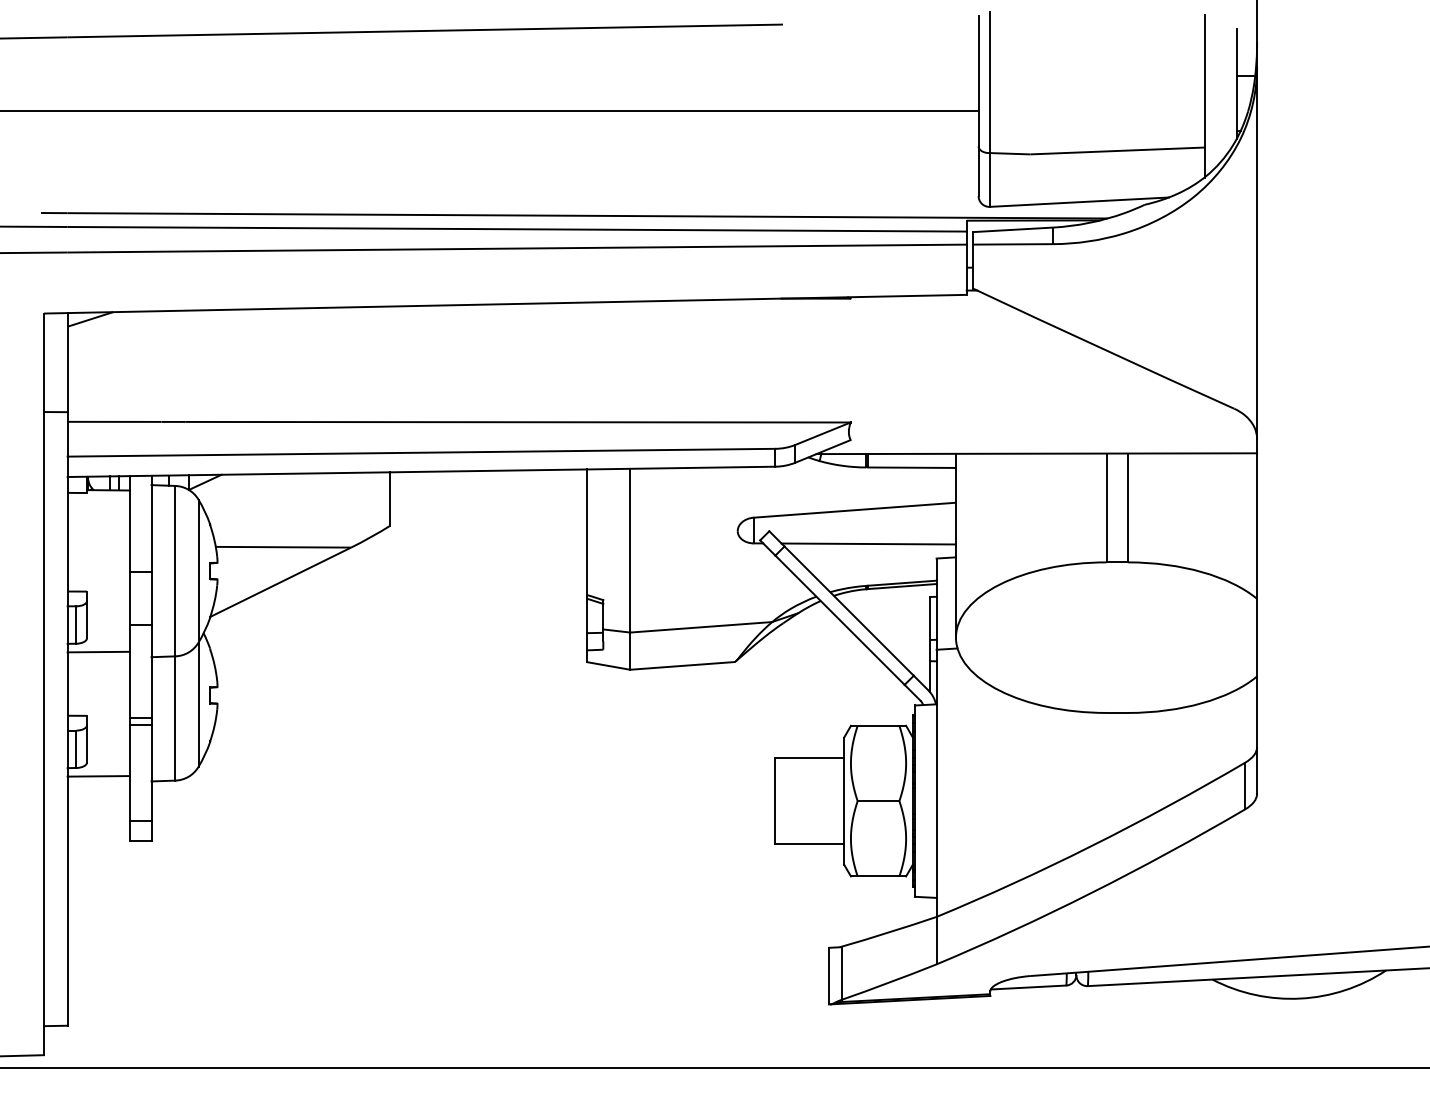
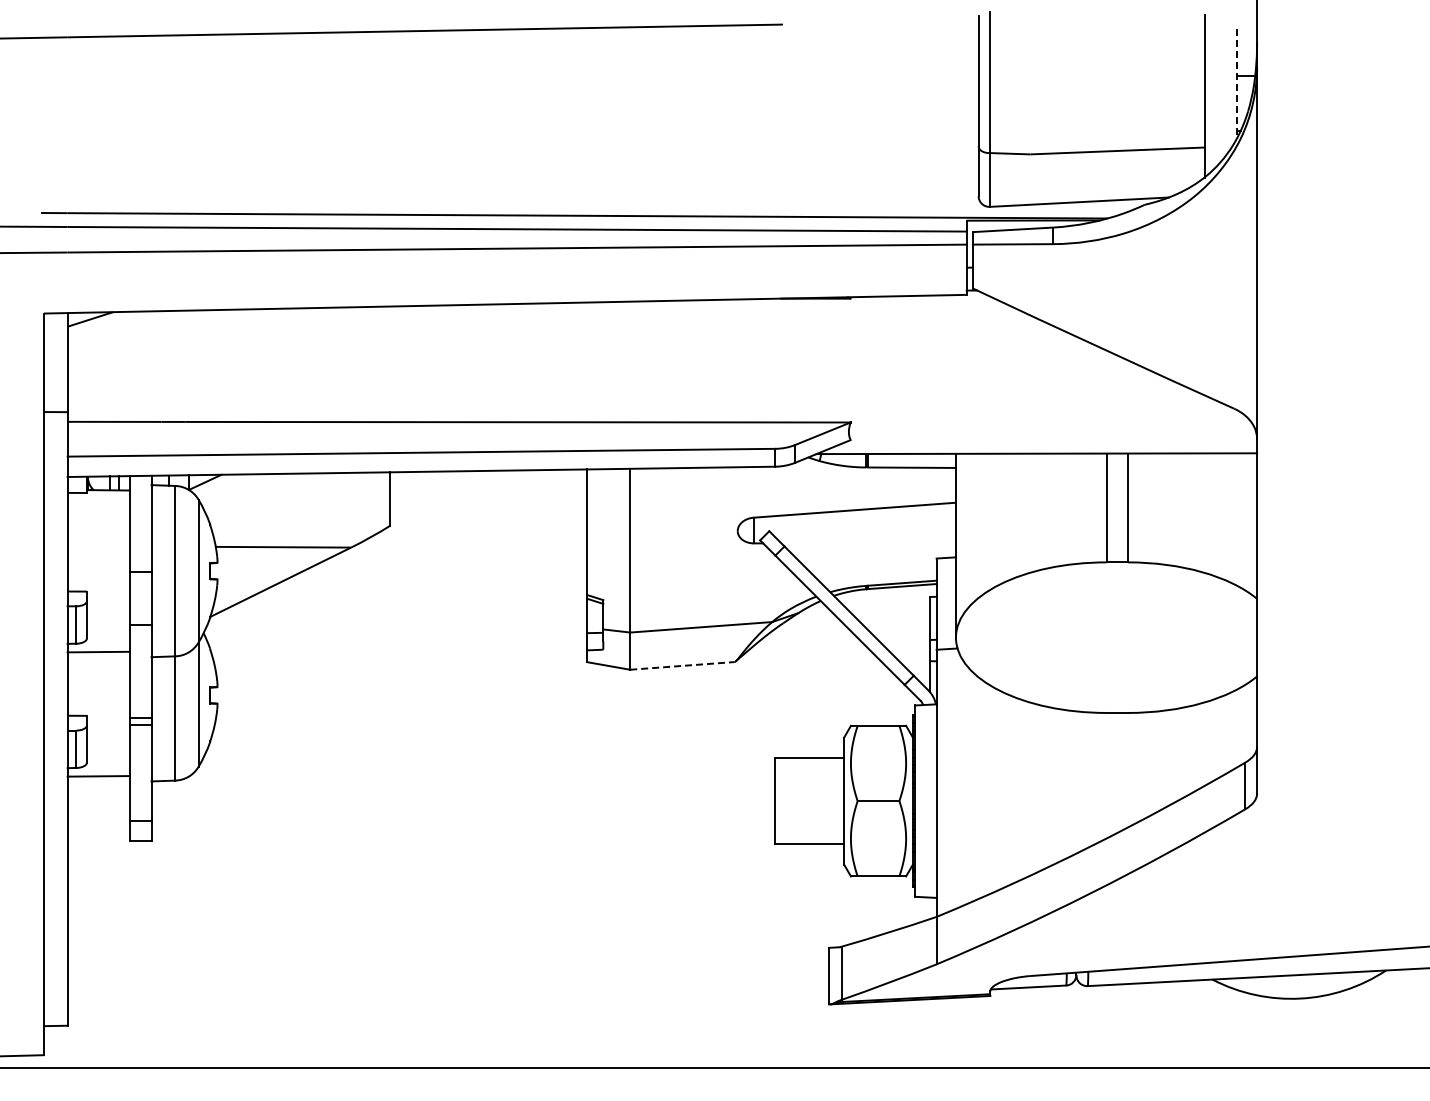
line at (1236, 84): solid -> dashed
line at (490, 110): present -> none
line at (868, 543): present -> none
line at (682, 665): solid -> dashed
